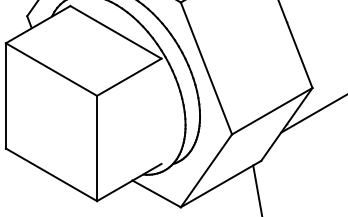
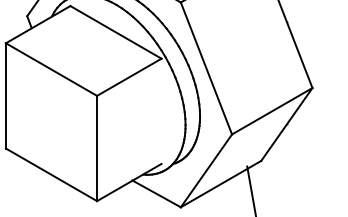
line at (312, 114): present -> none
line at (257, 189) position: (257, 189) -> (251, 189)
